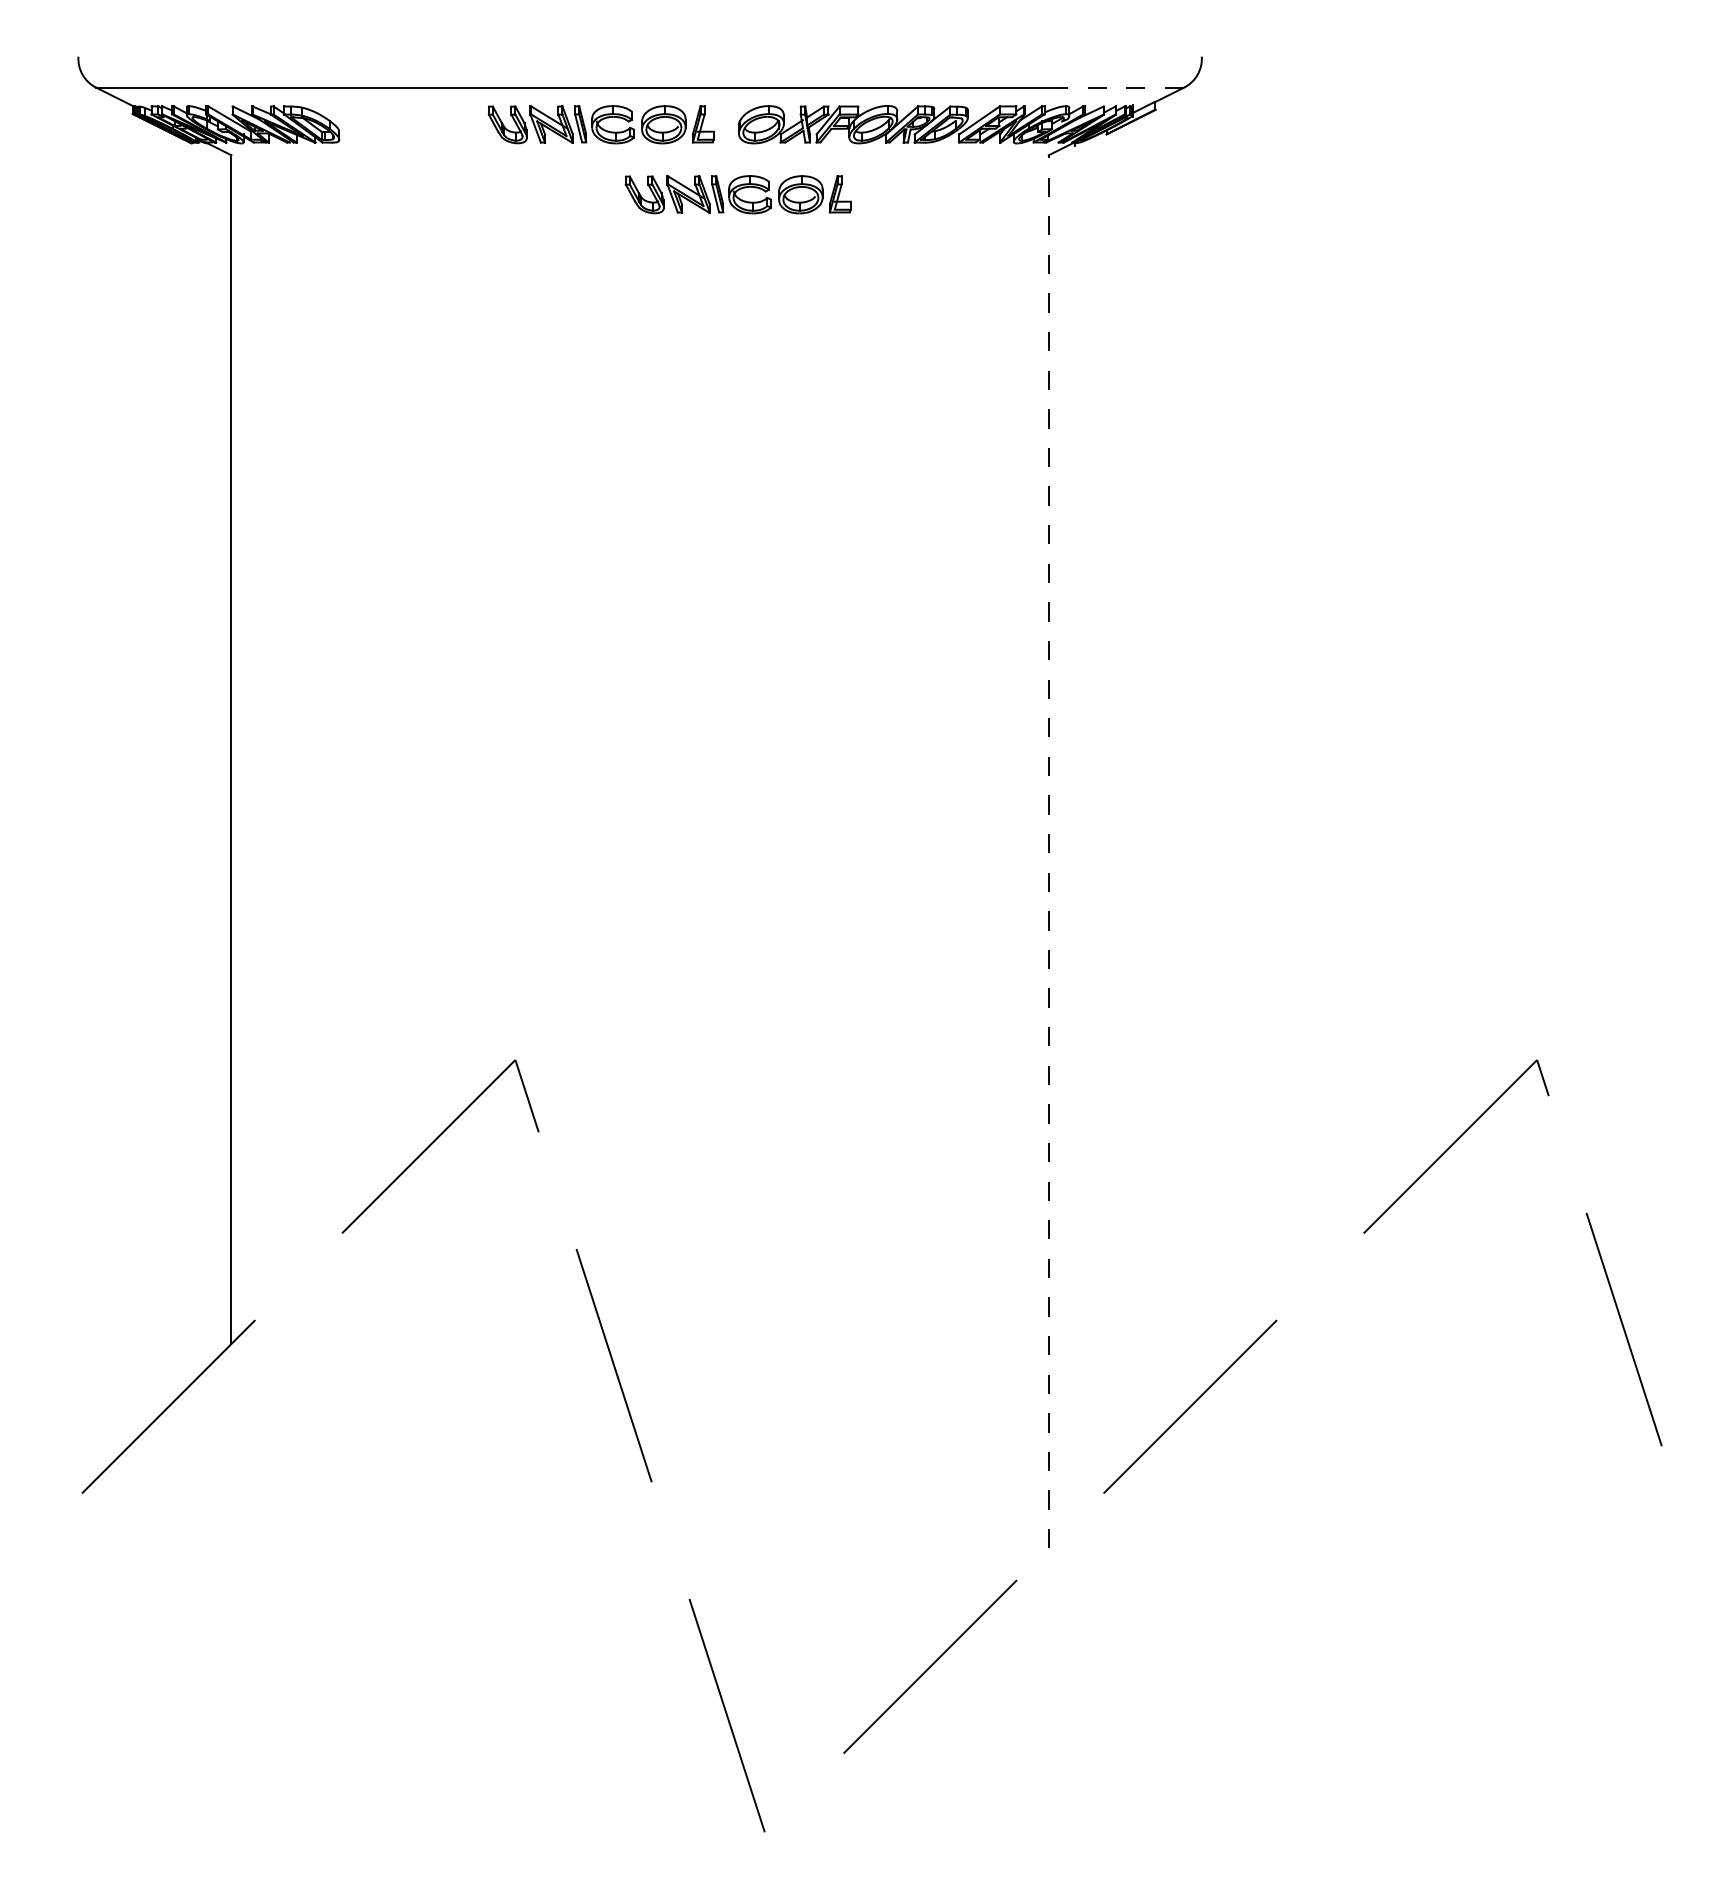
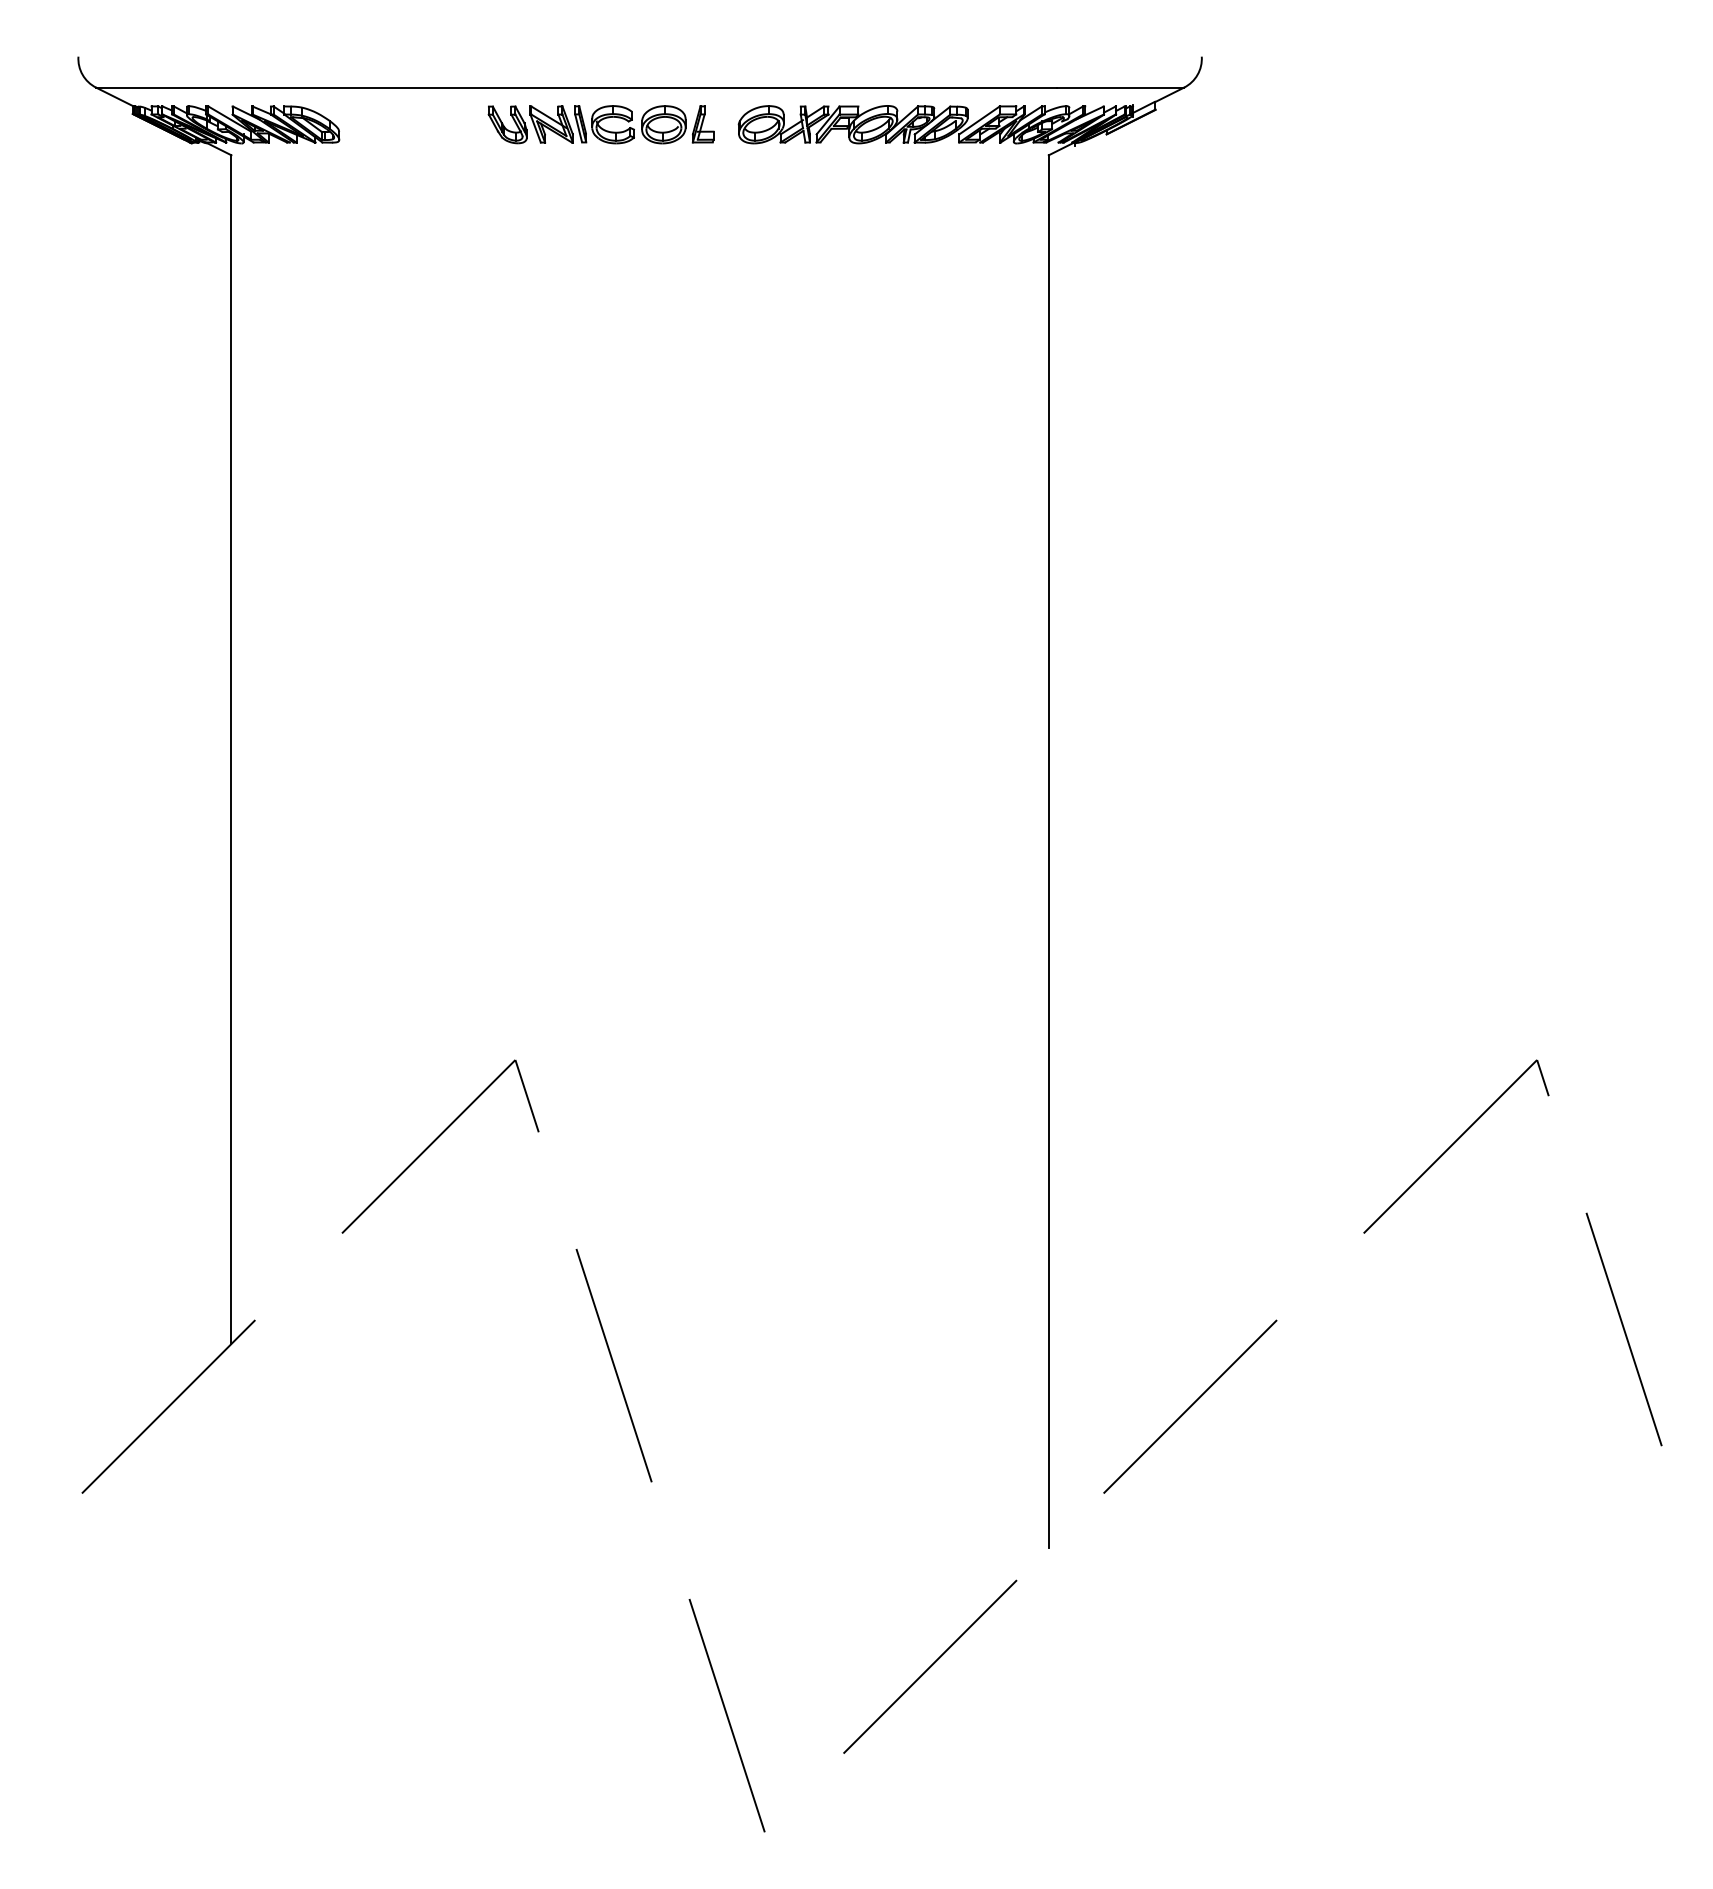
line at (1120, 87): dashed -> solid
part at (737, 194): present -> none
line at (1048, 851): dashed -> solid
